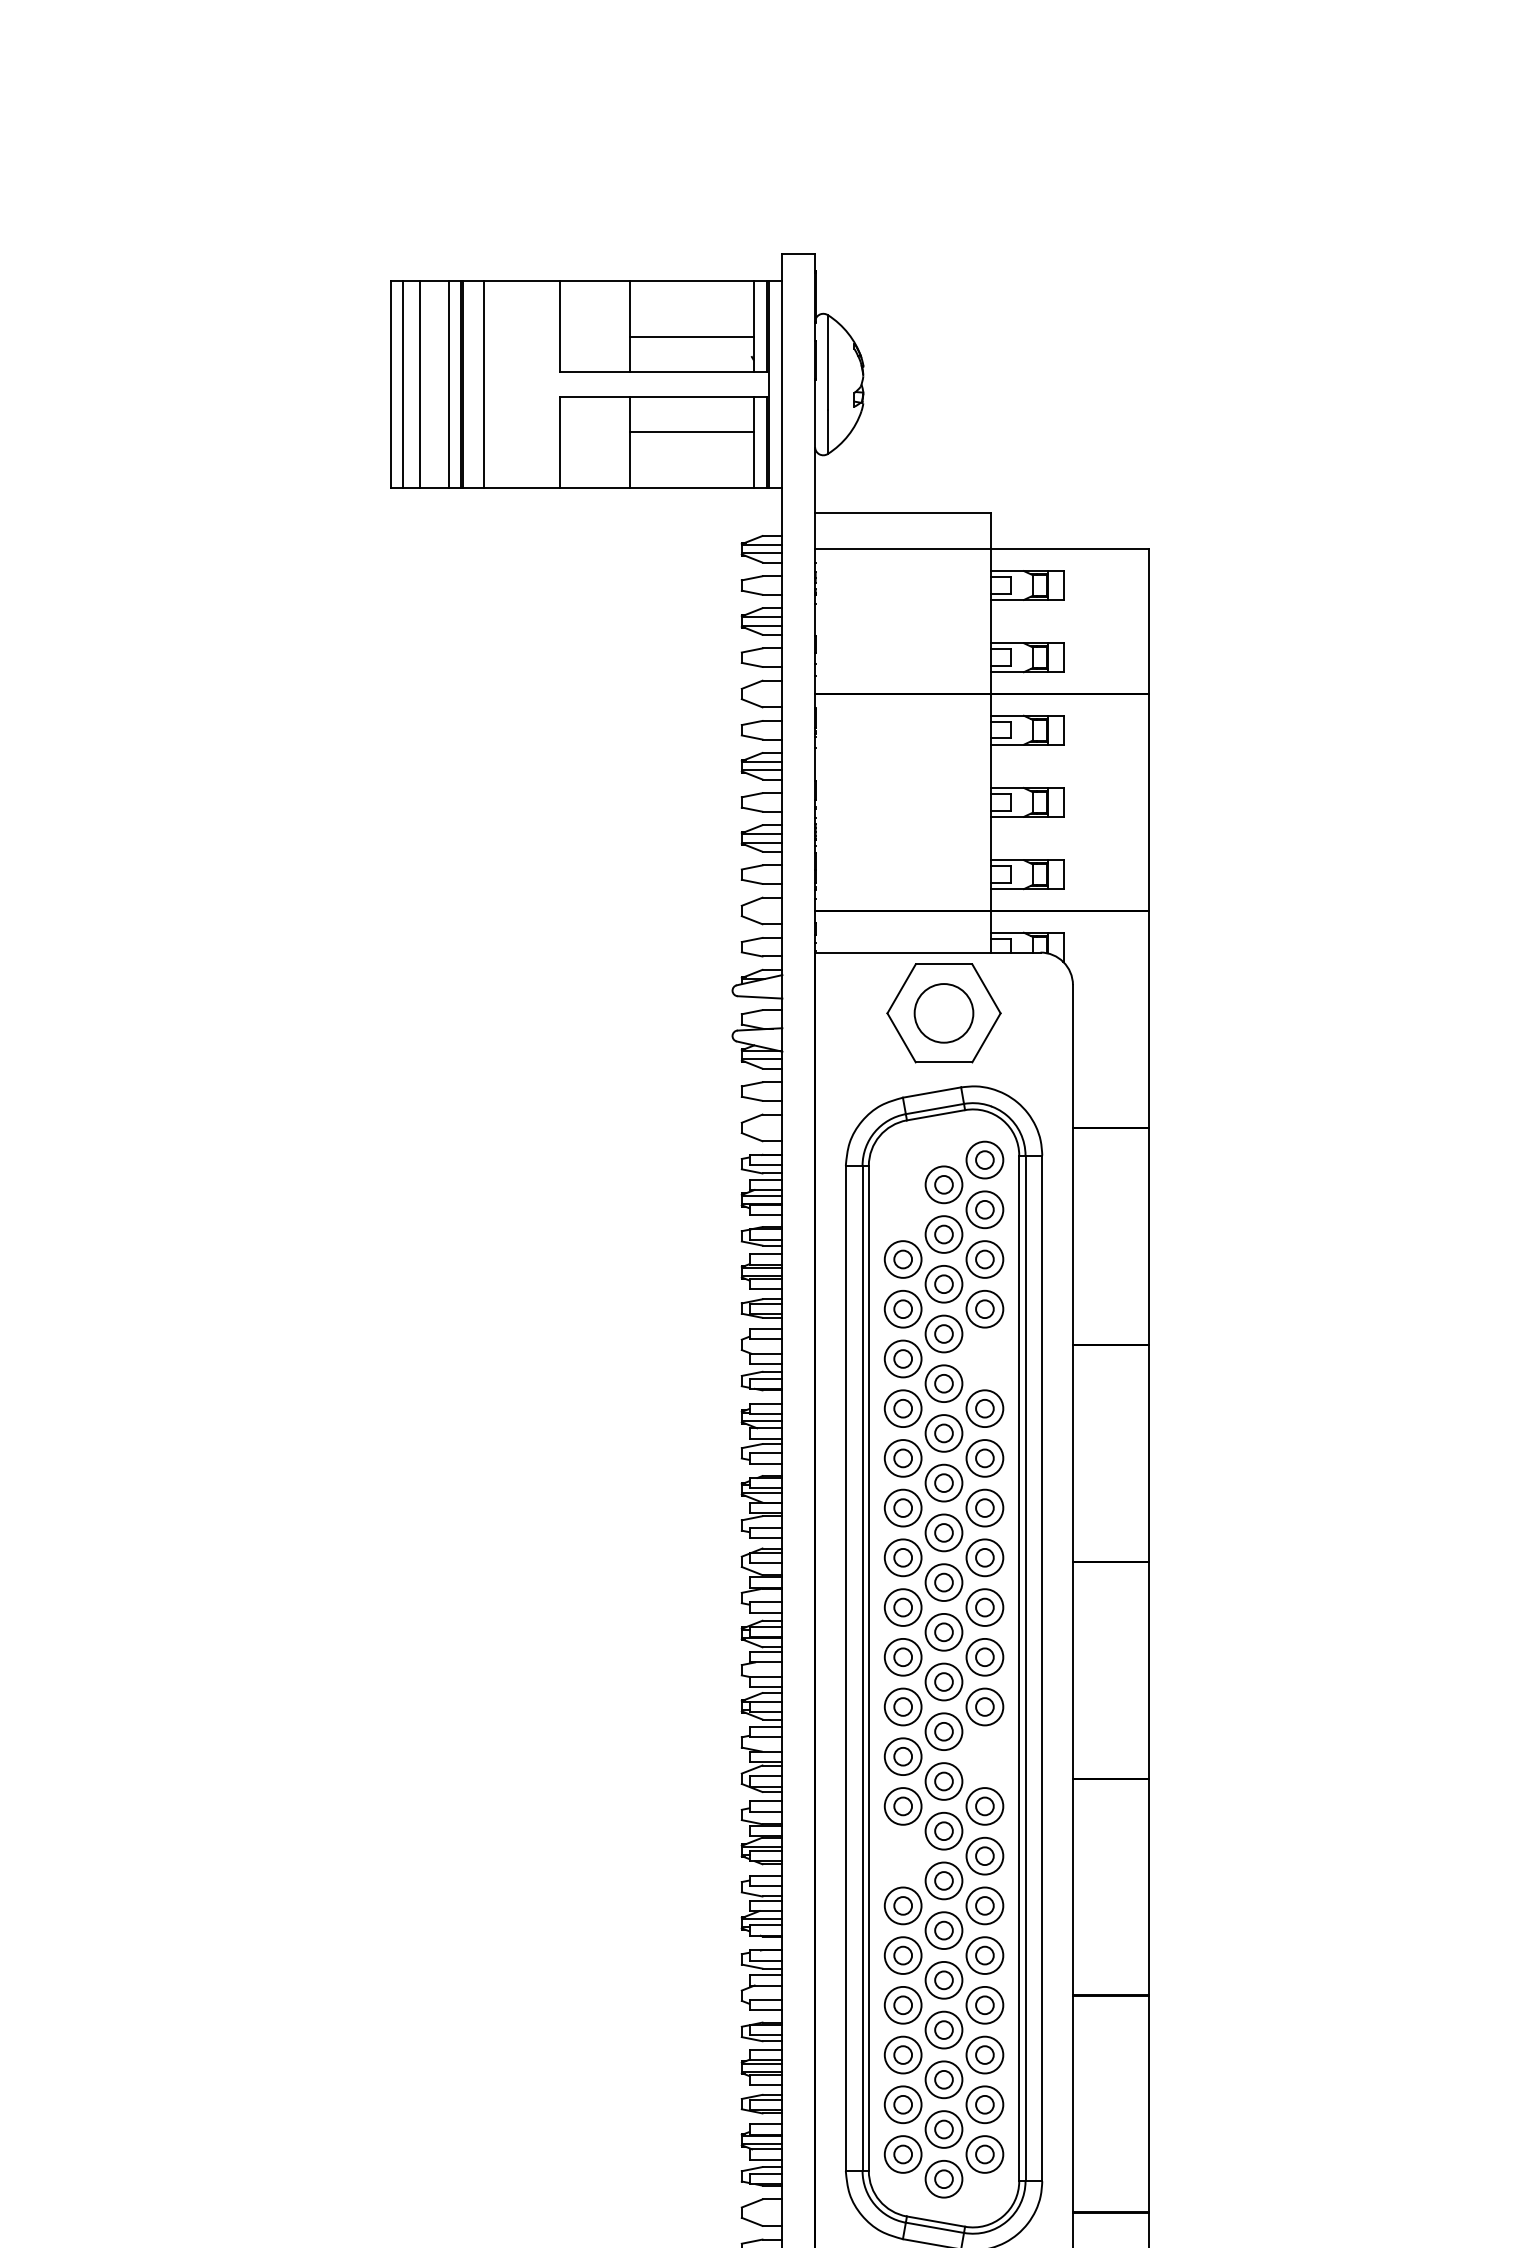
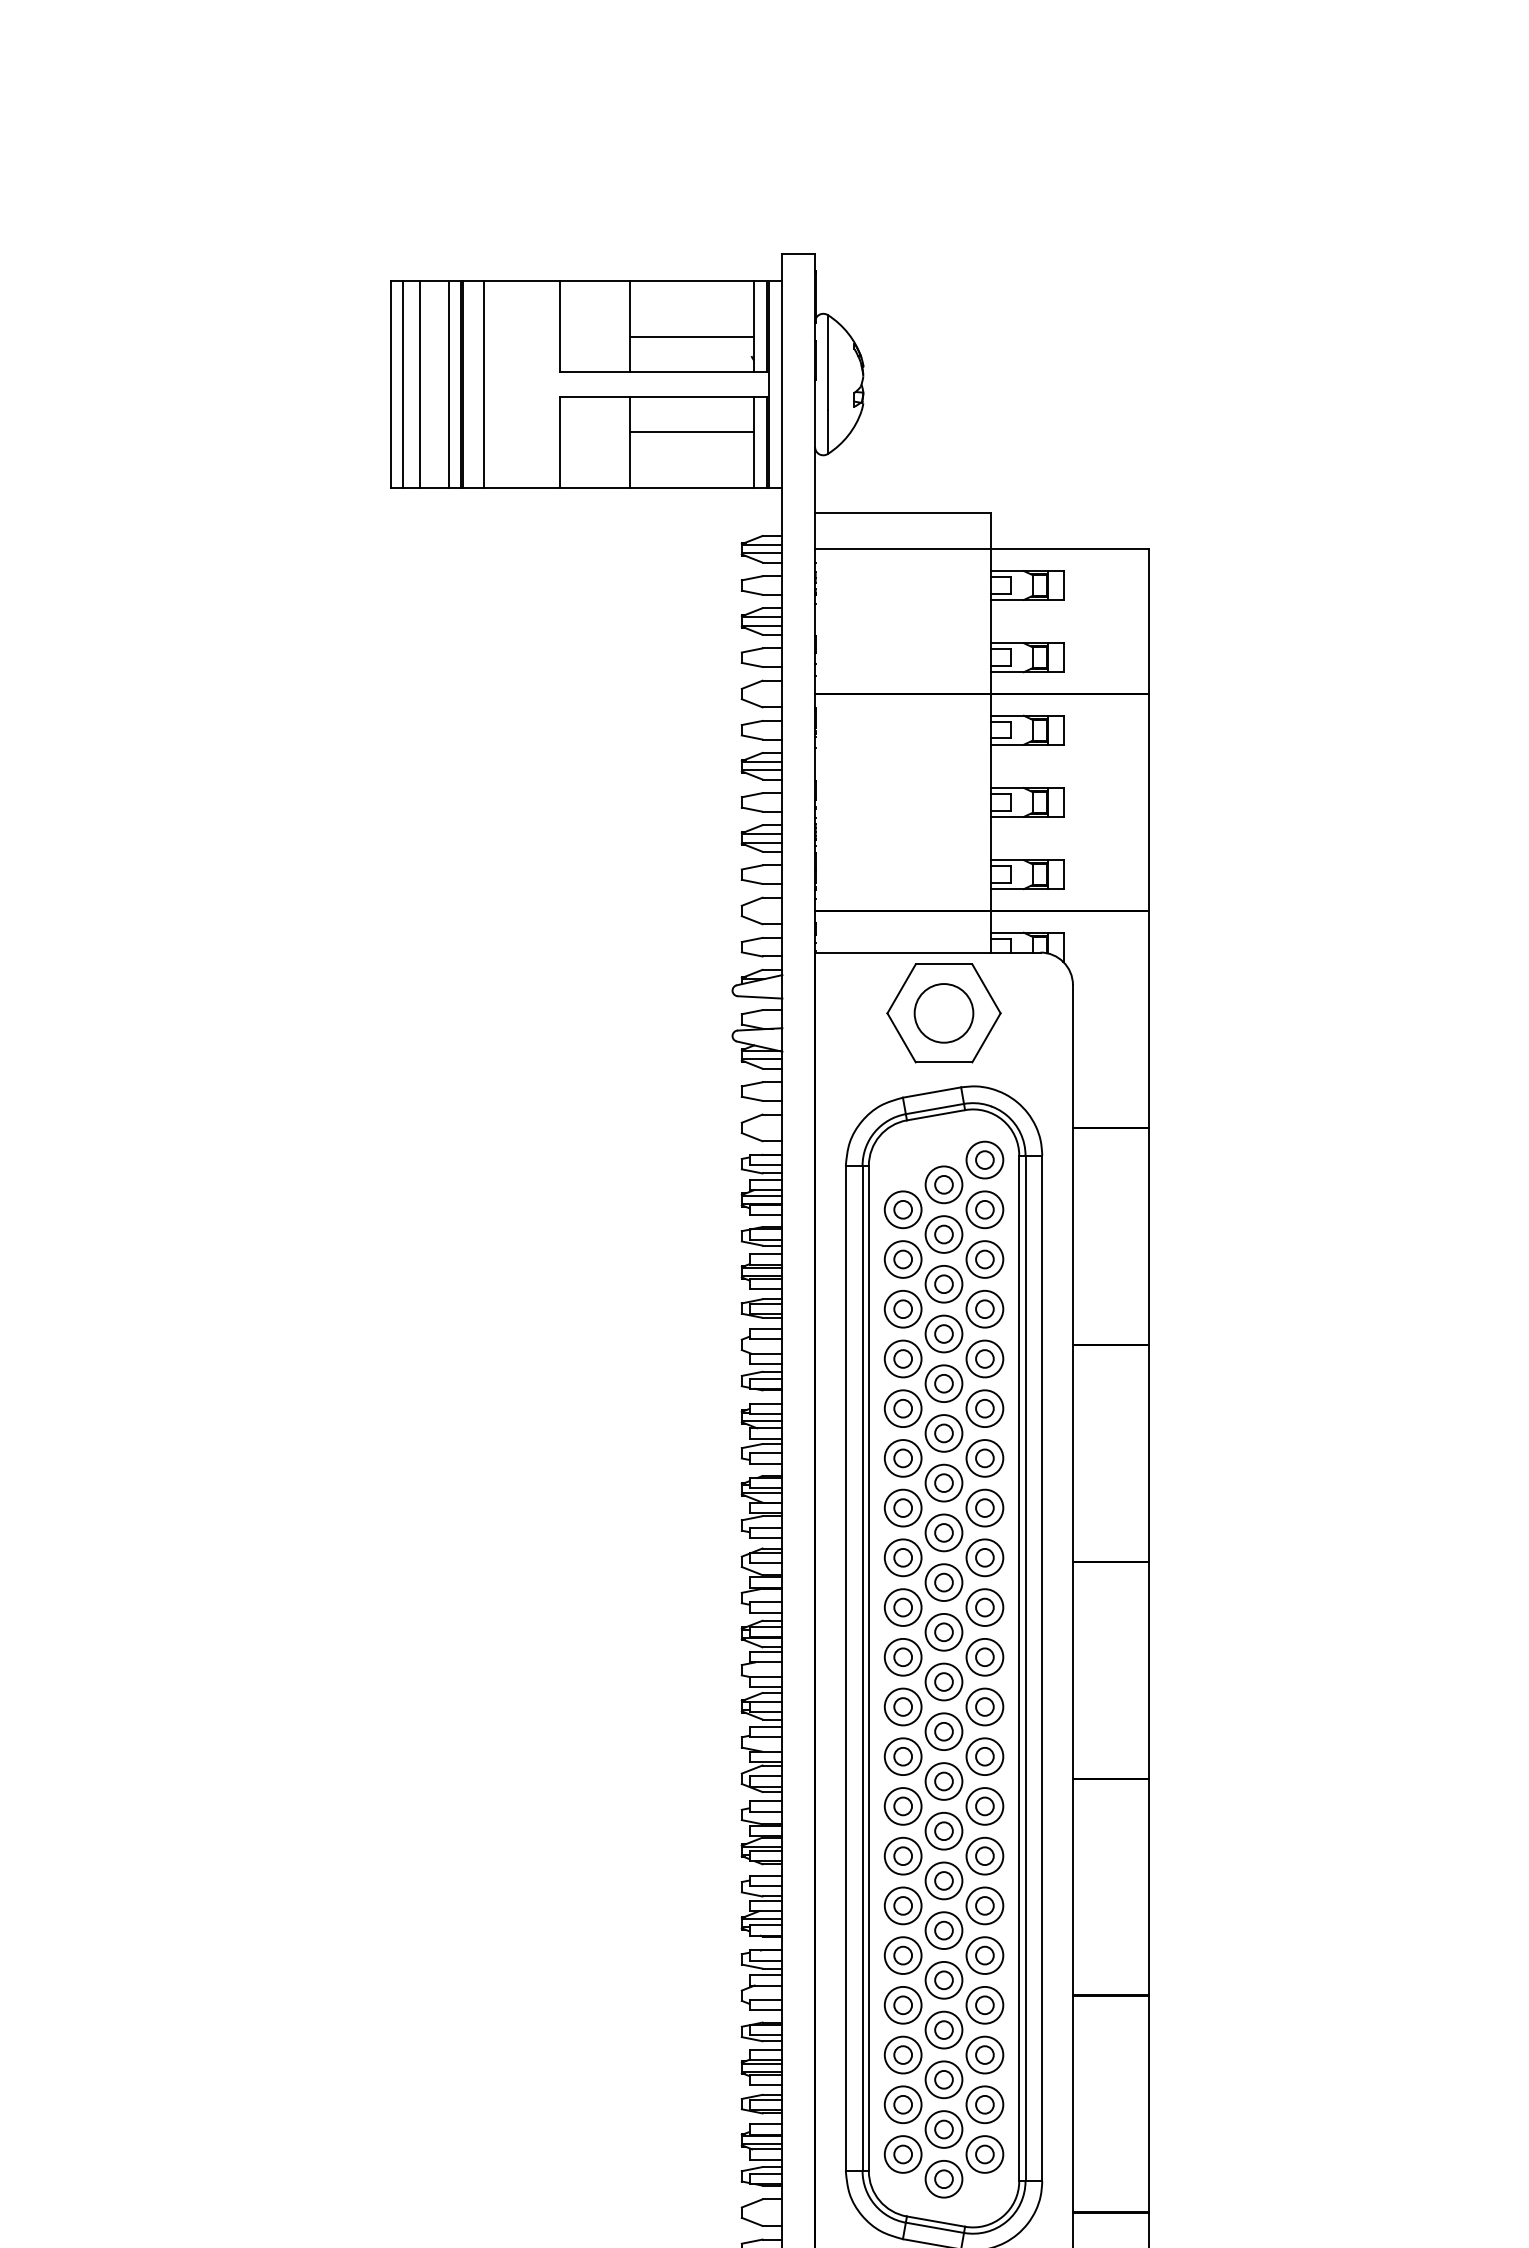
part at (902, 1209): none -> present
part at (984, 1358): none -> present
part at (984, 1756): none -> present
part at (902, 1855): none -> present
